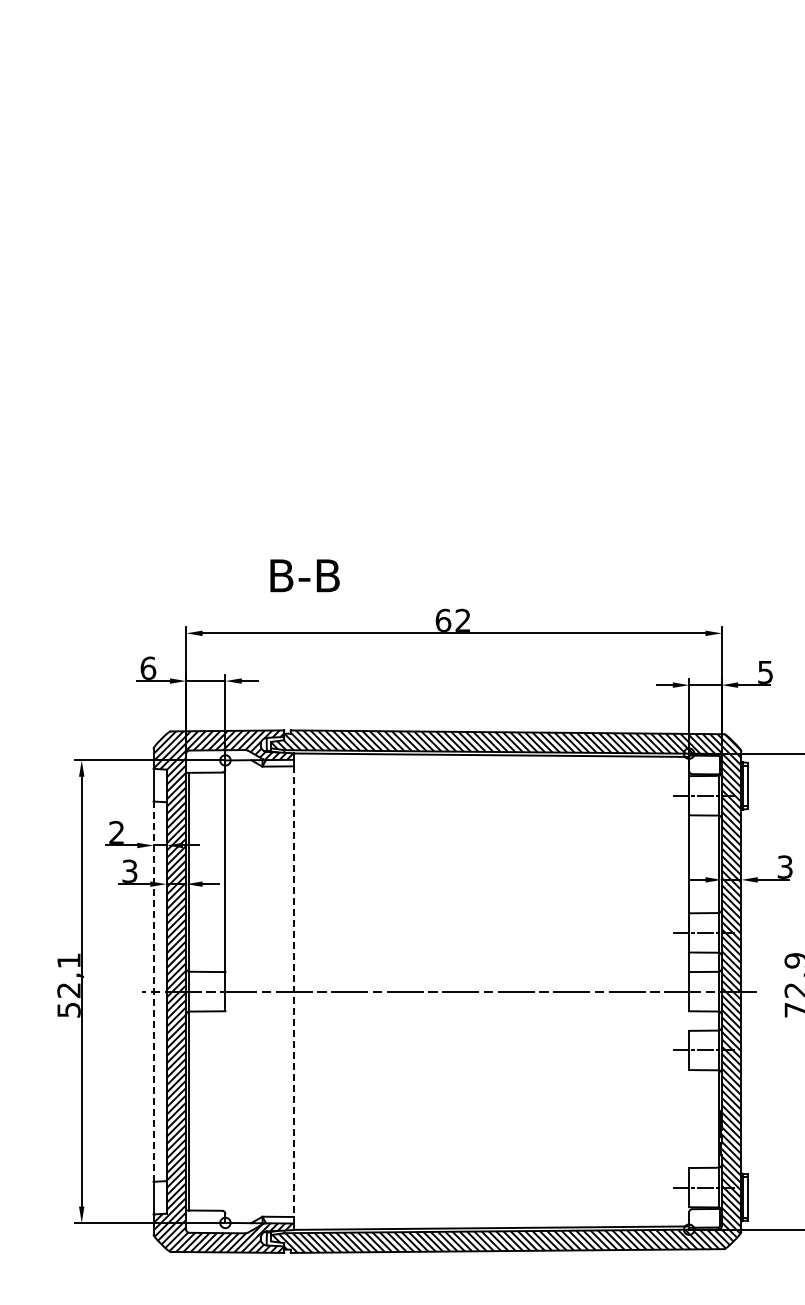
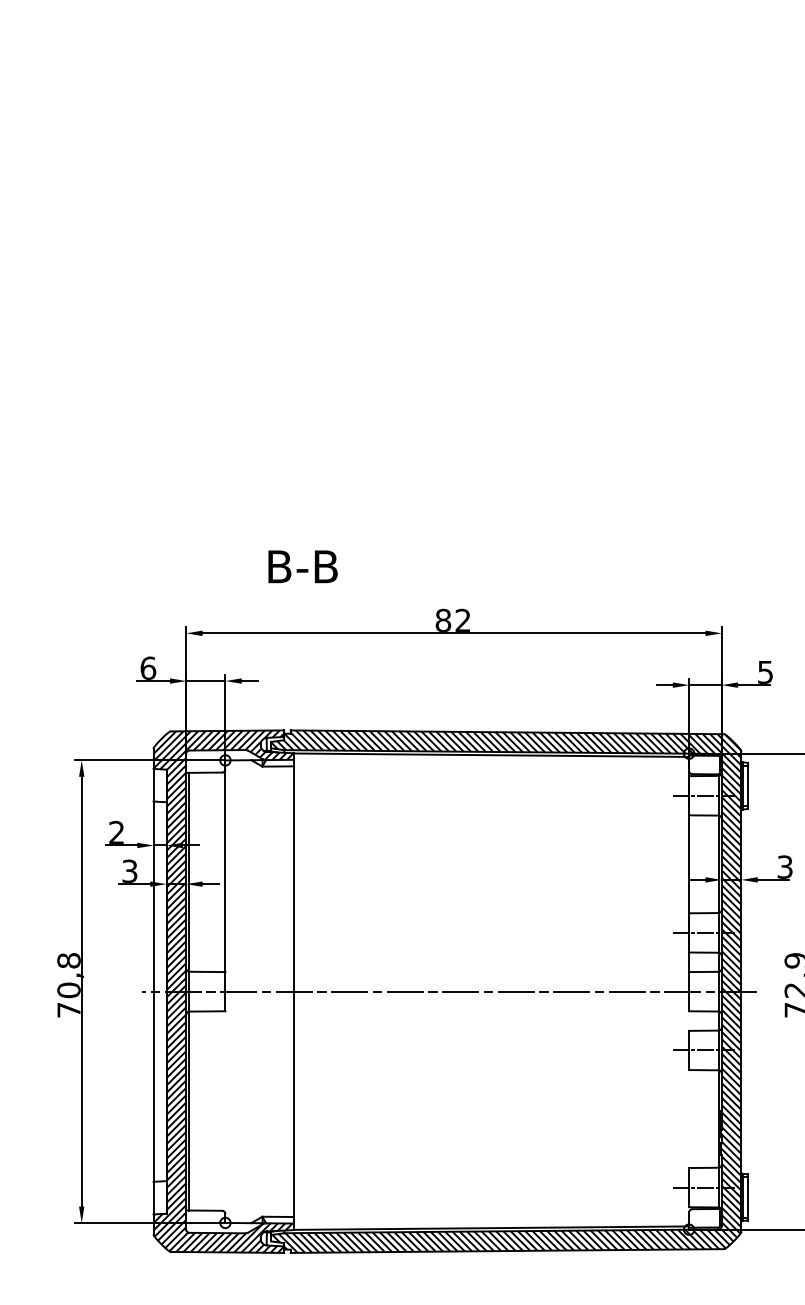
text at (304, 575) position: (304, 575) -> (302, 566)
text at (443, 619): 62 -> 82
text at (68, 985): 52,1 -> 70,8
line at (153, 991): dashed -> solid
line at (294, 992): dashed -> solid
